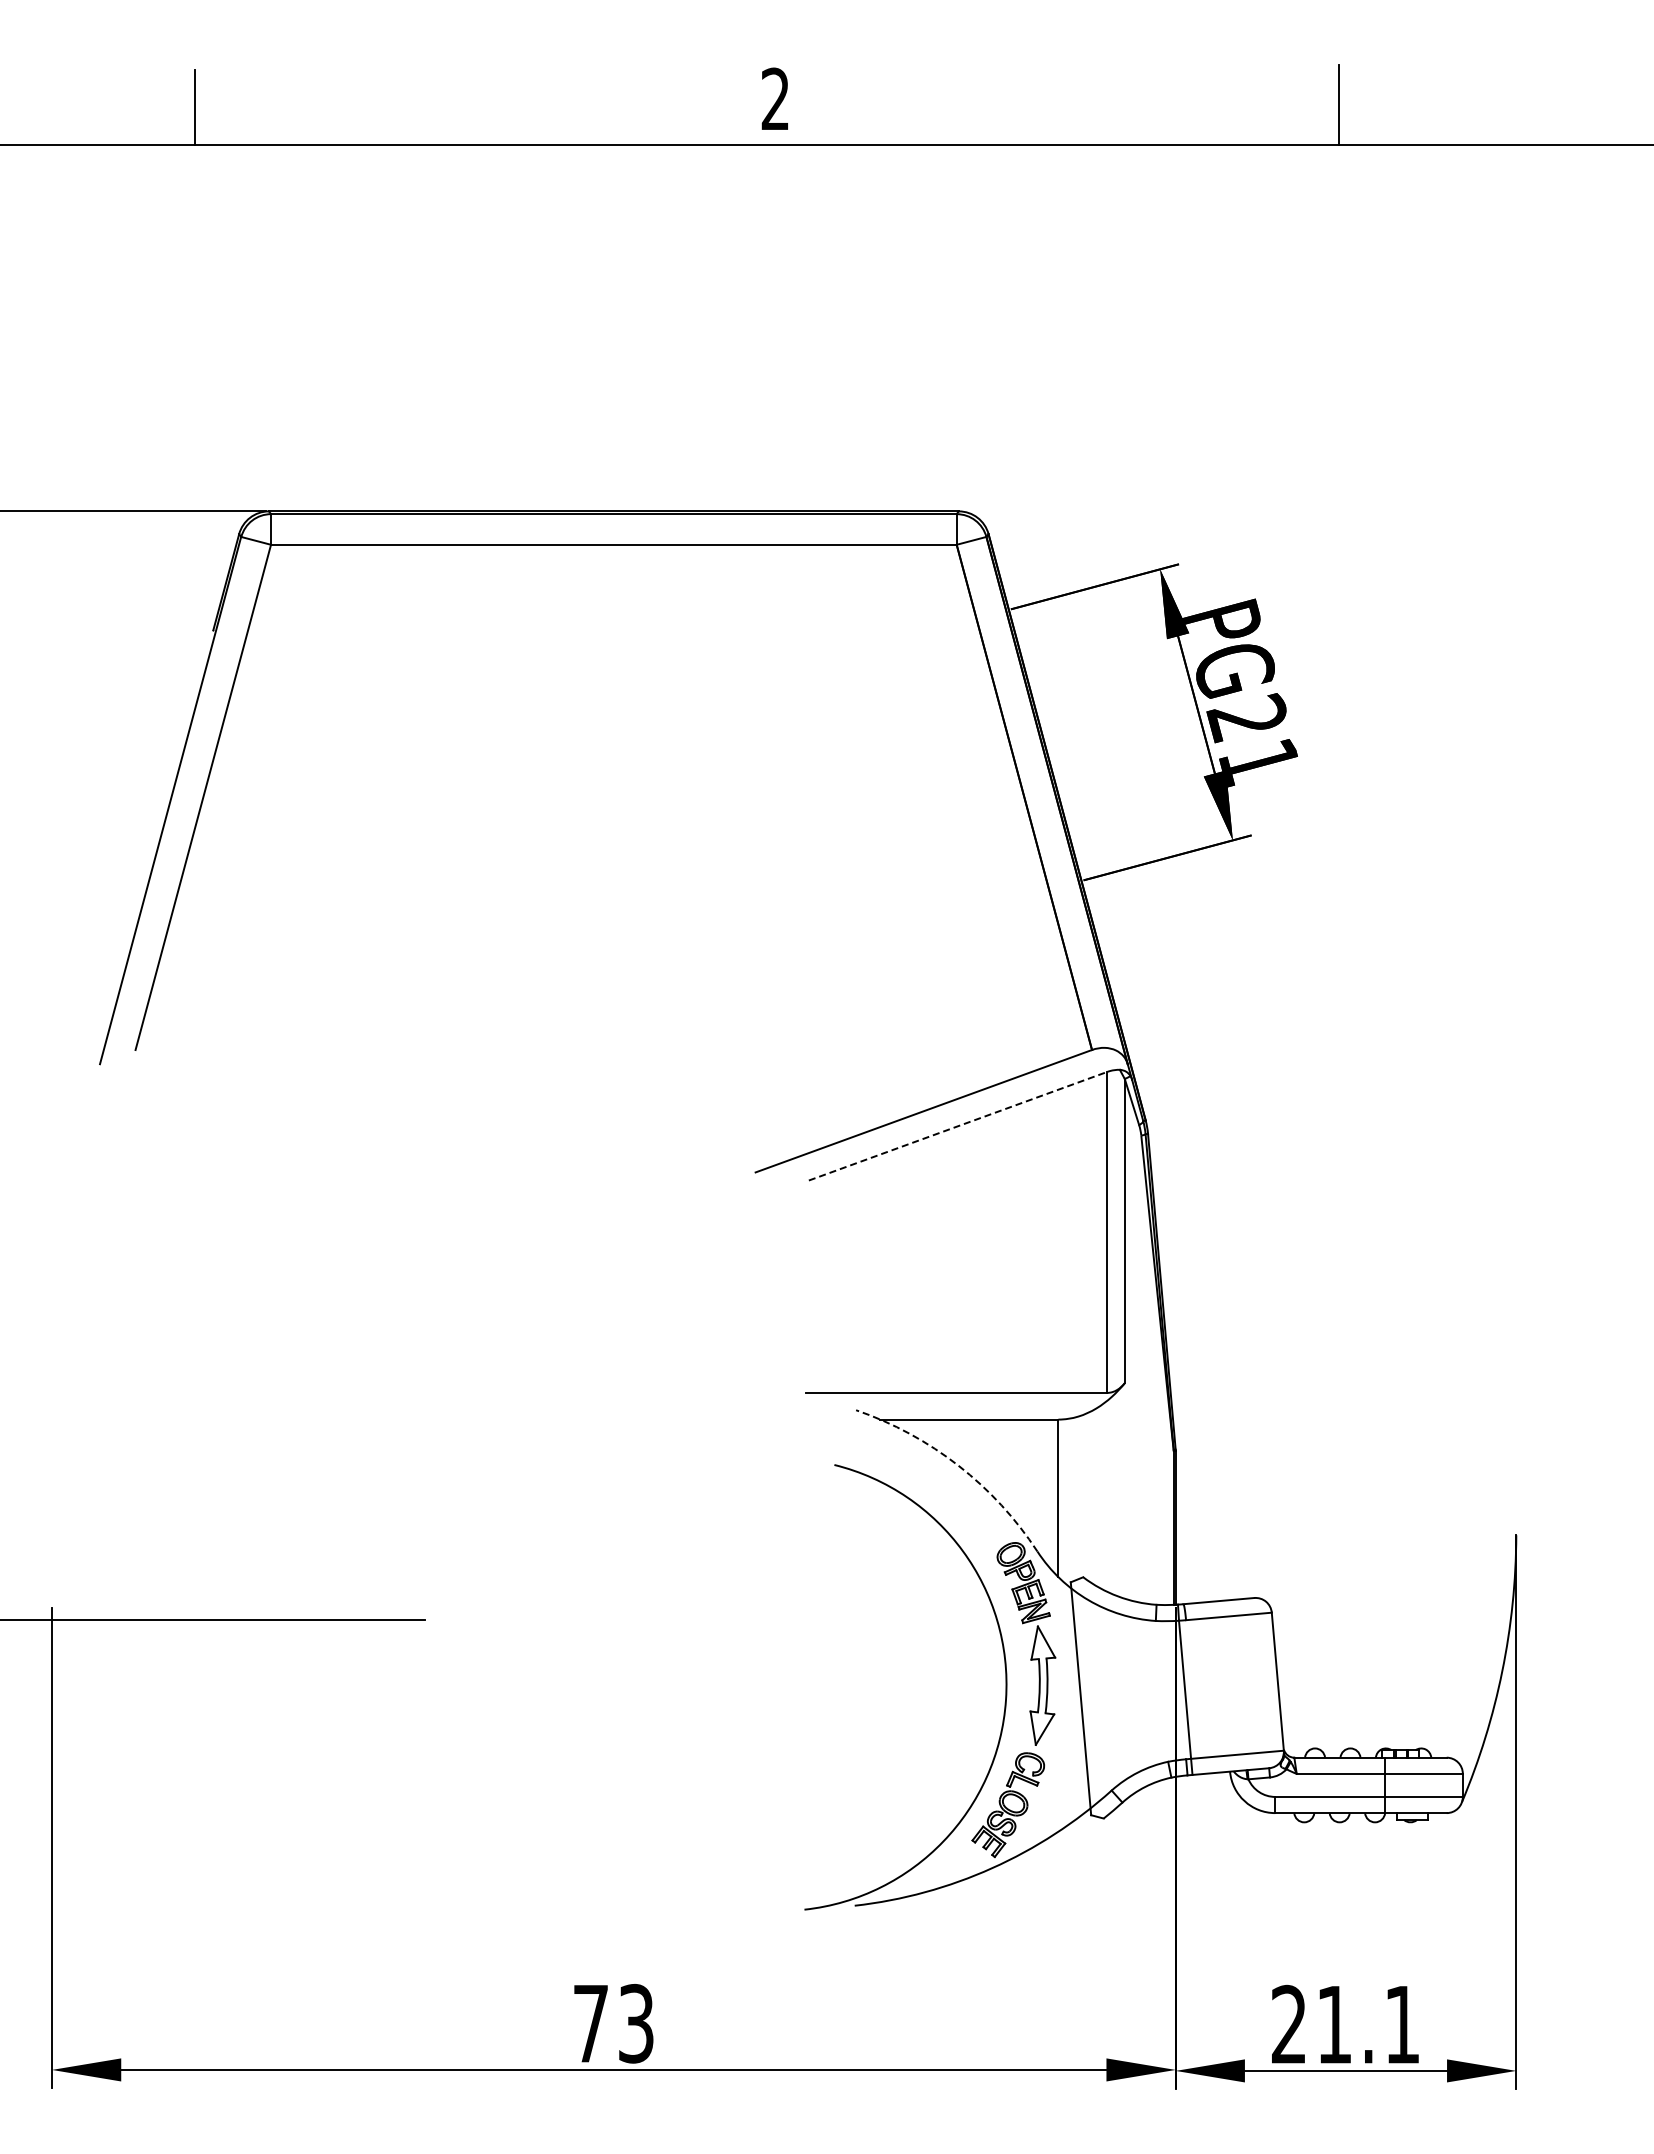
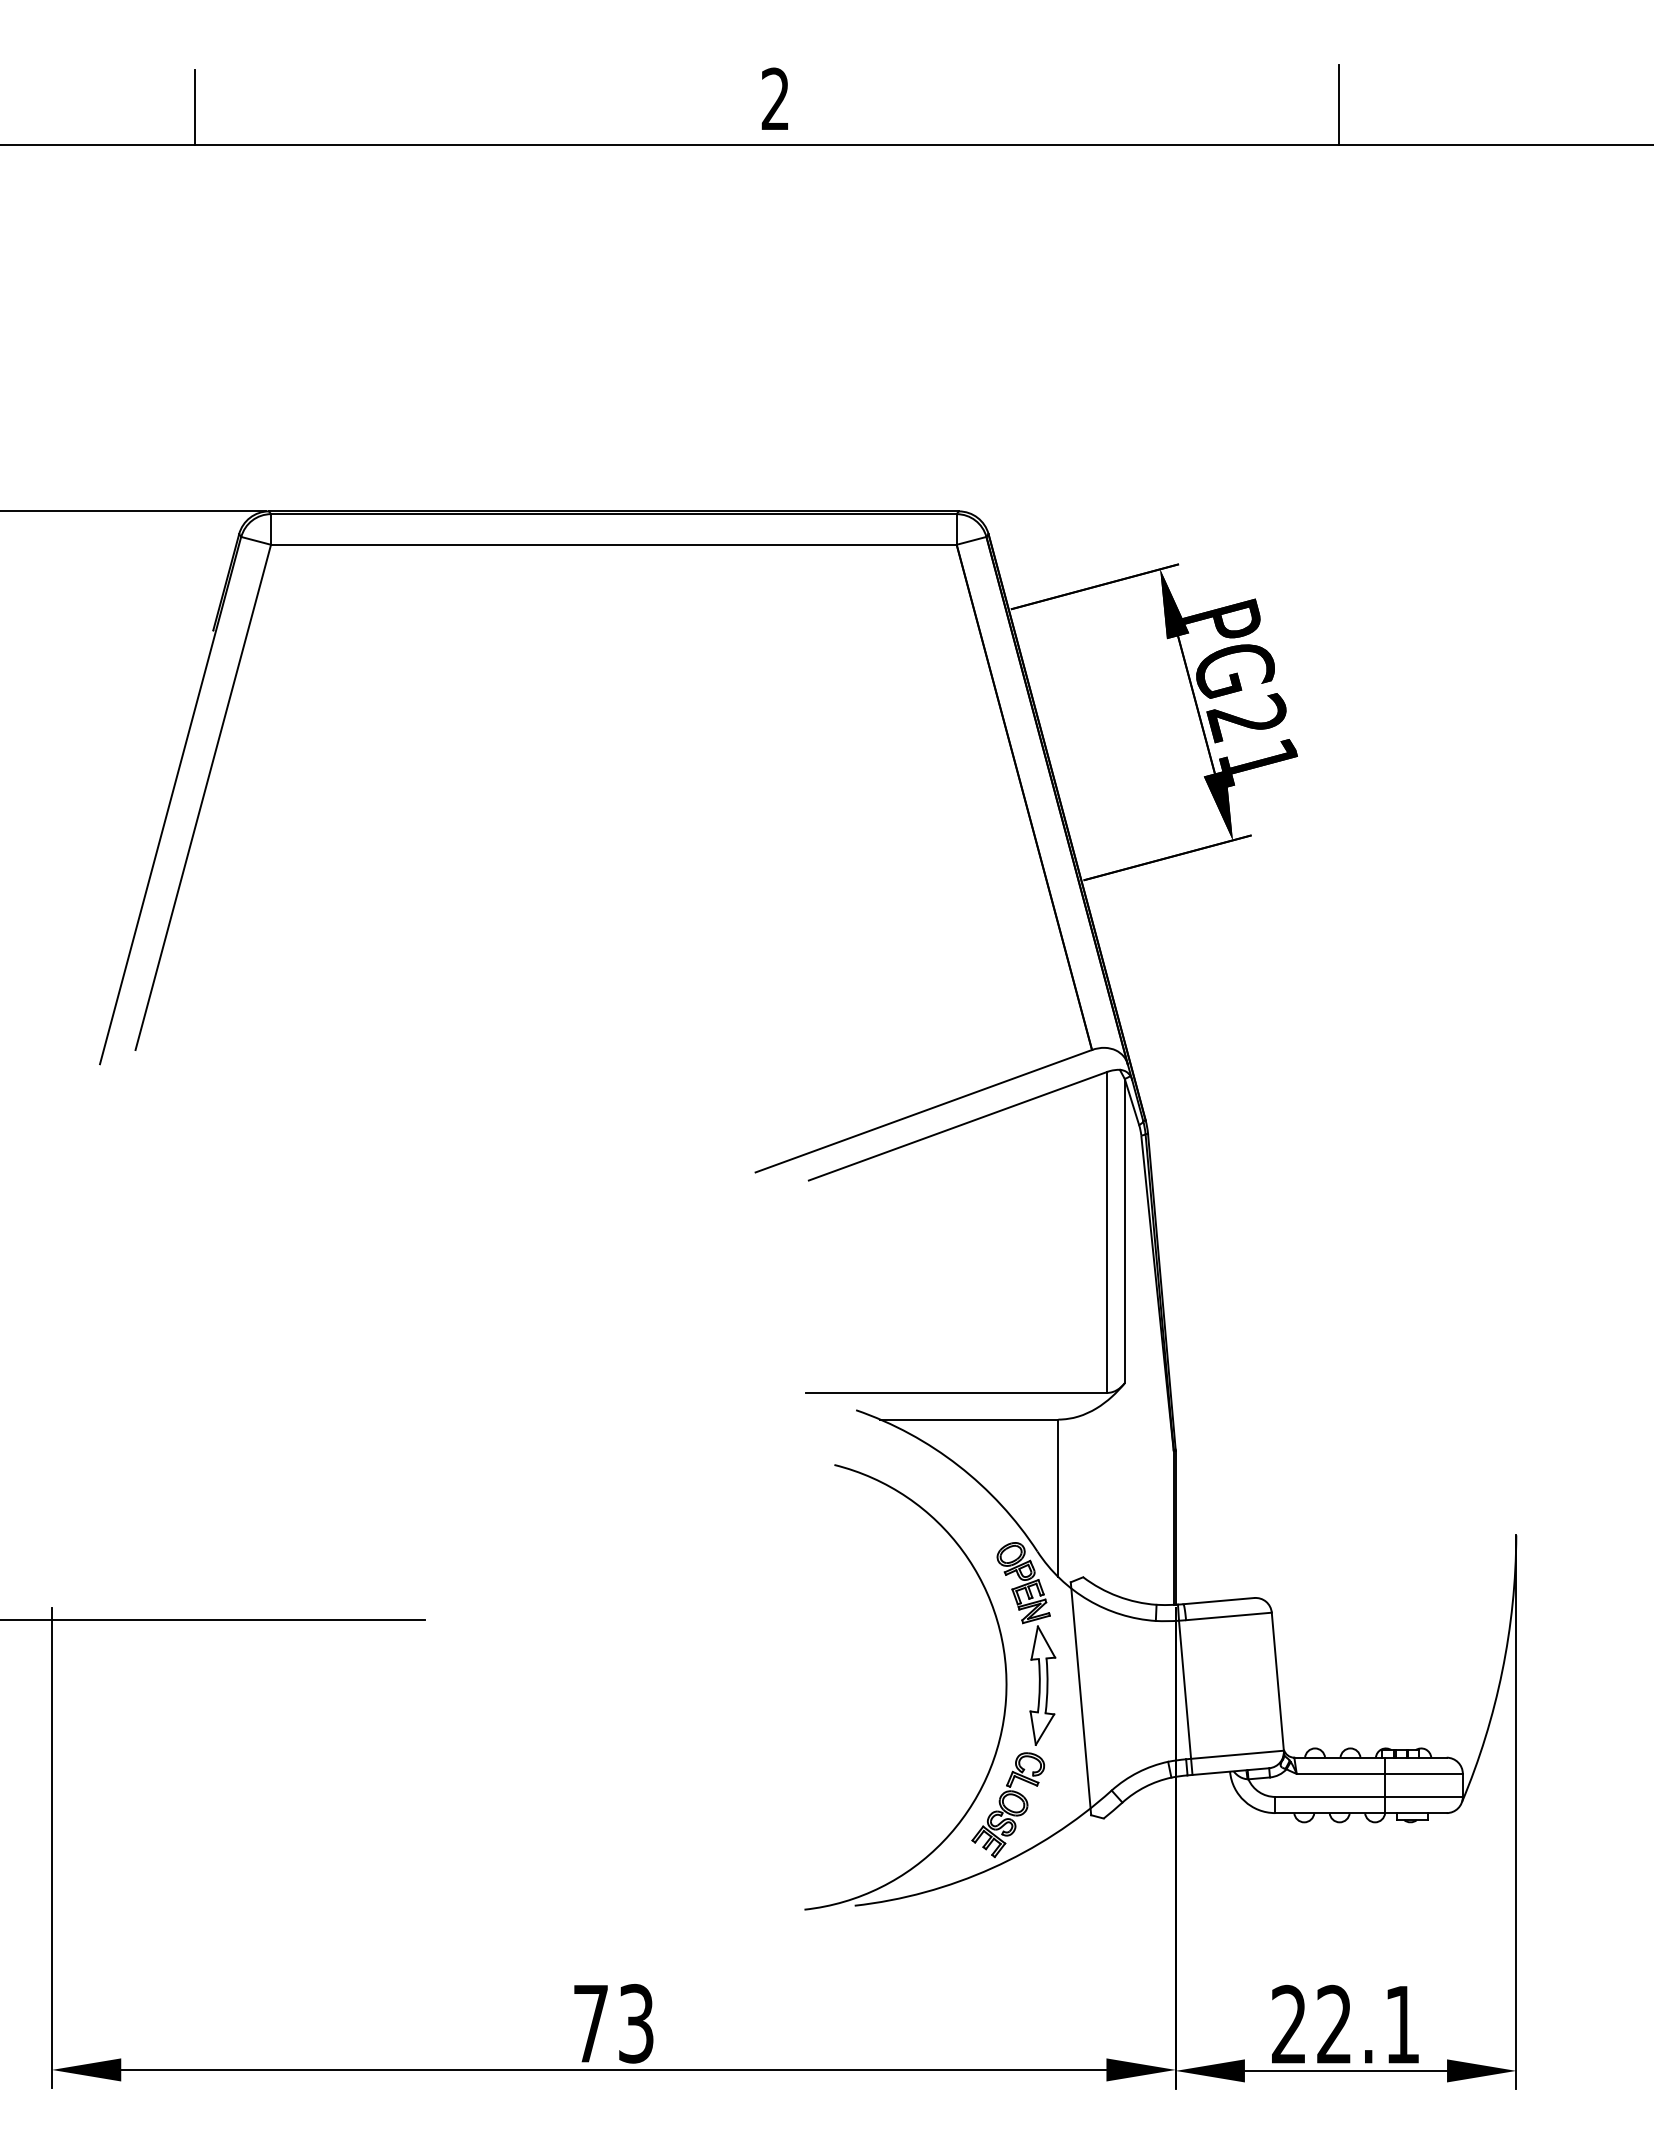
line at (957, 1126): dashed -> solid
arc at (958, 1465): dashed -> solid
text at (1333, 2023): 21.1 -> 22.1
